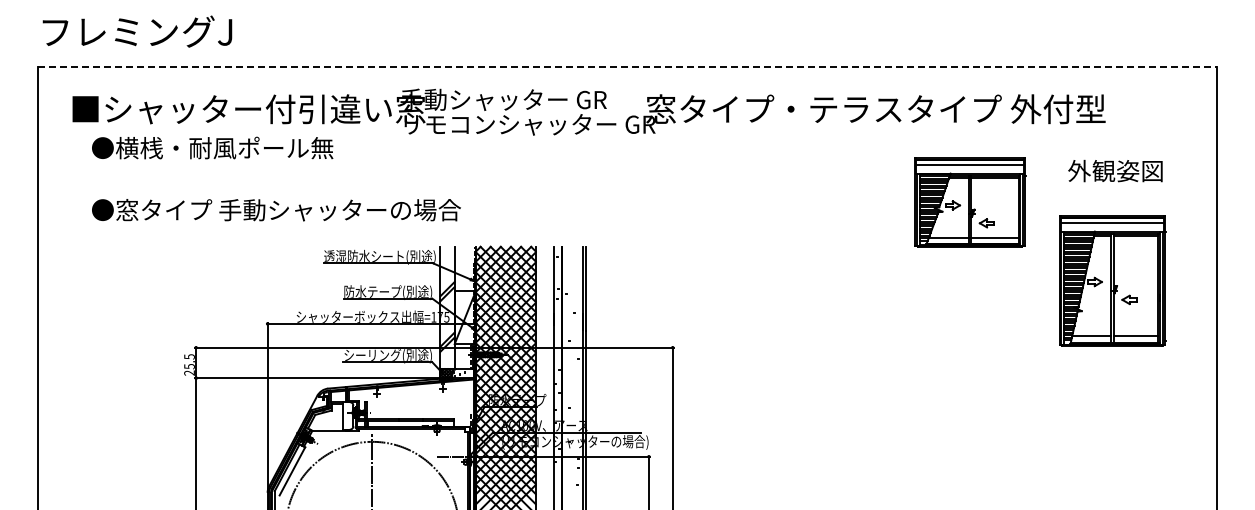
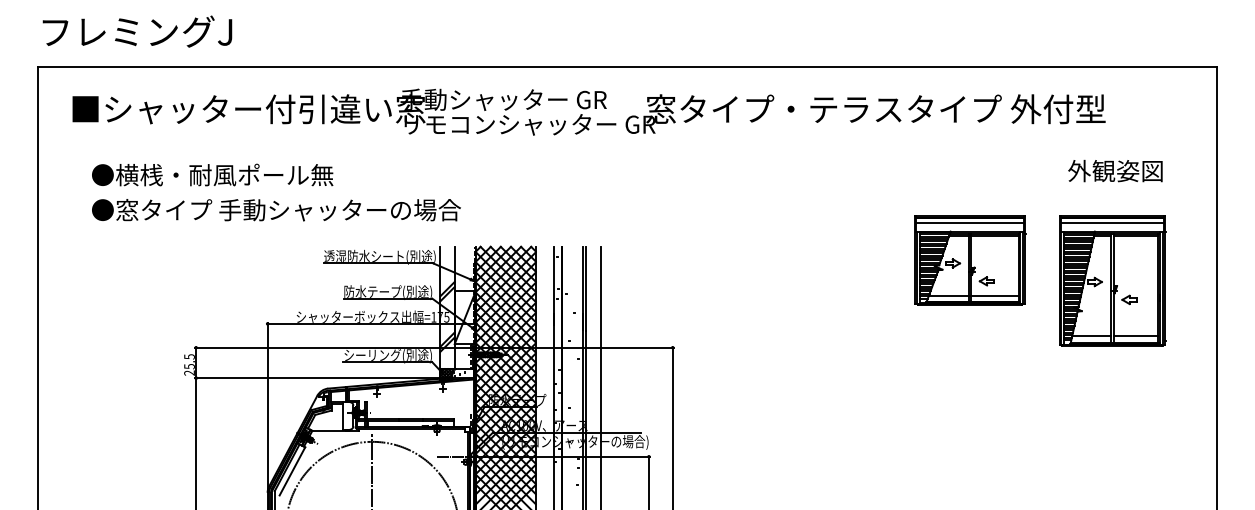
line at (627, 66): dashed -> solid
text at (212, 147) position: (212, 147) -> (212, 174)
part at (970, 202) position: (970, 202) -> (970, 260)
line at (601, 376): none -> present
